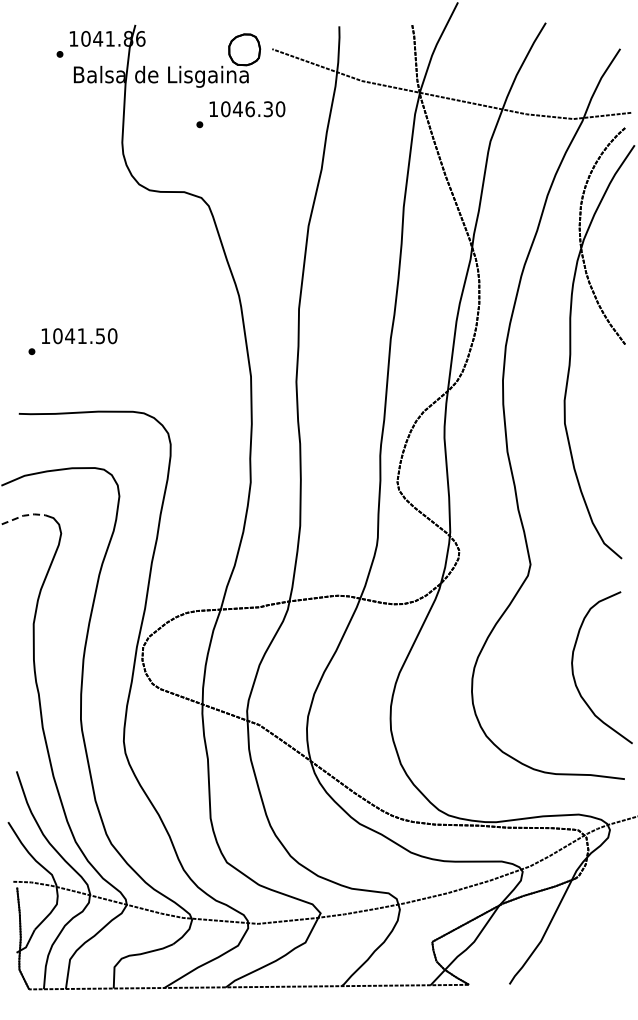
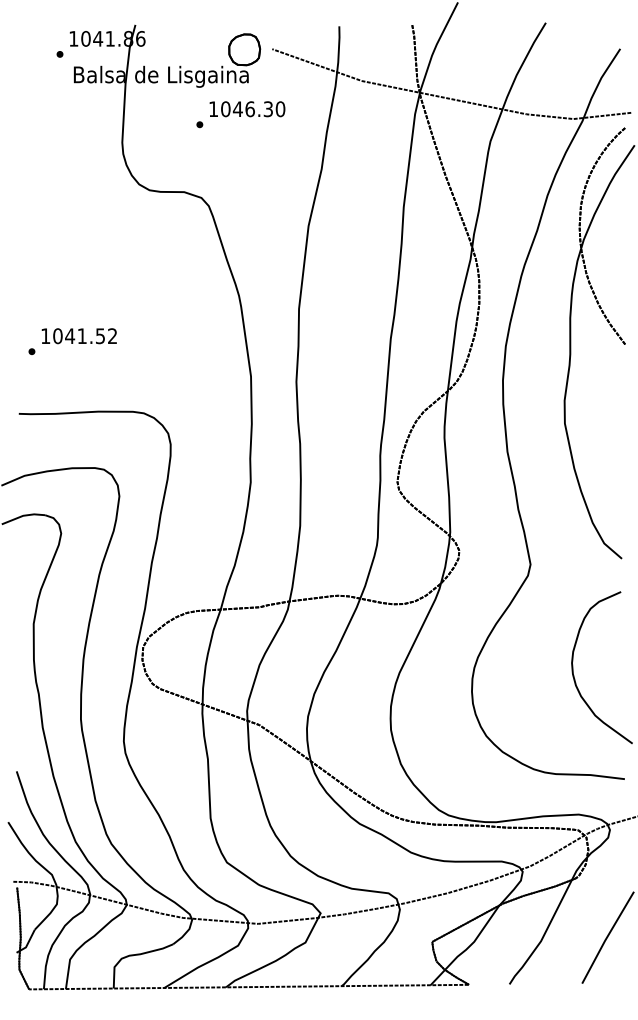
text at (112, 336): 1041.50 -> 1041.52
line at (23, 515): dashed -> solid
line at (607, 937): none -> present
